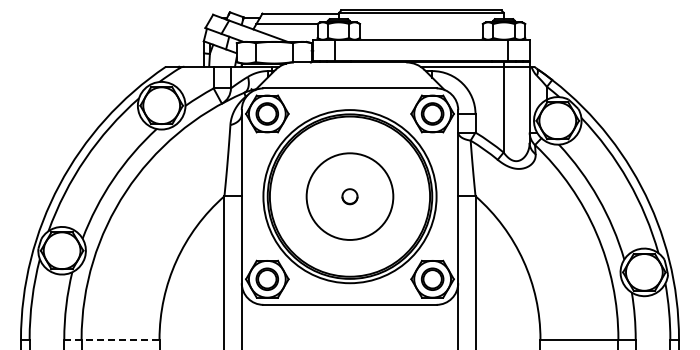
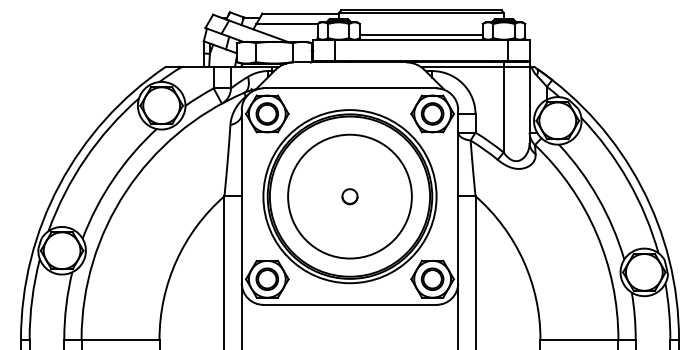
line at (421, 35): none -> present
circle at (349, 196) diameter: 87 px -> 124 px
line at (111, 339): dashed -> solid
